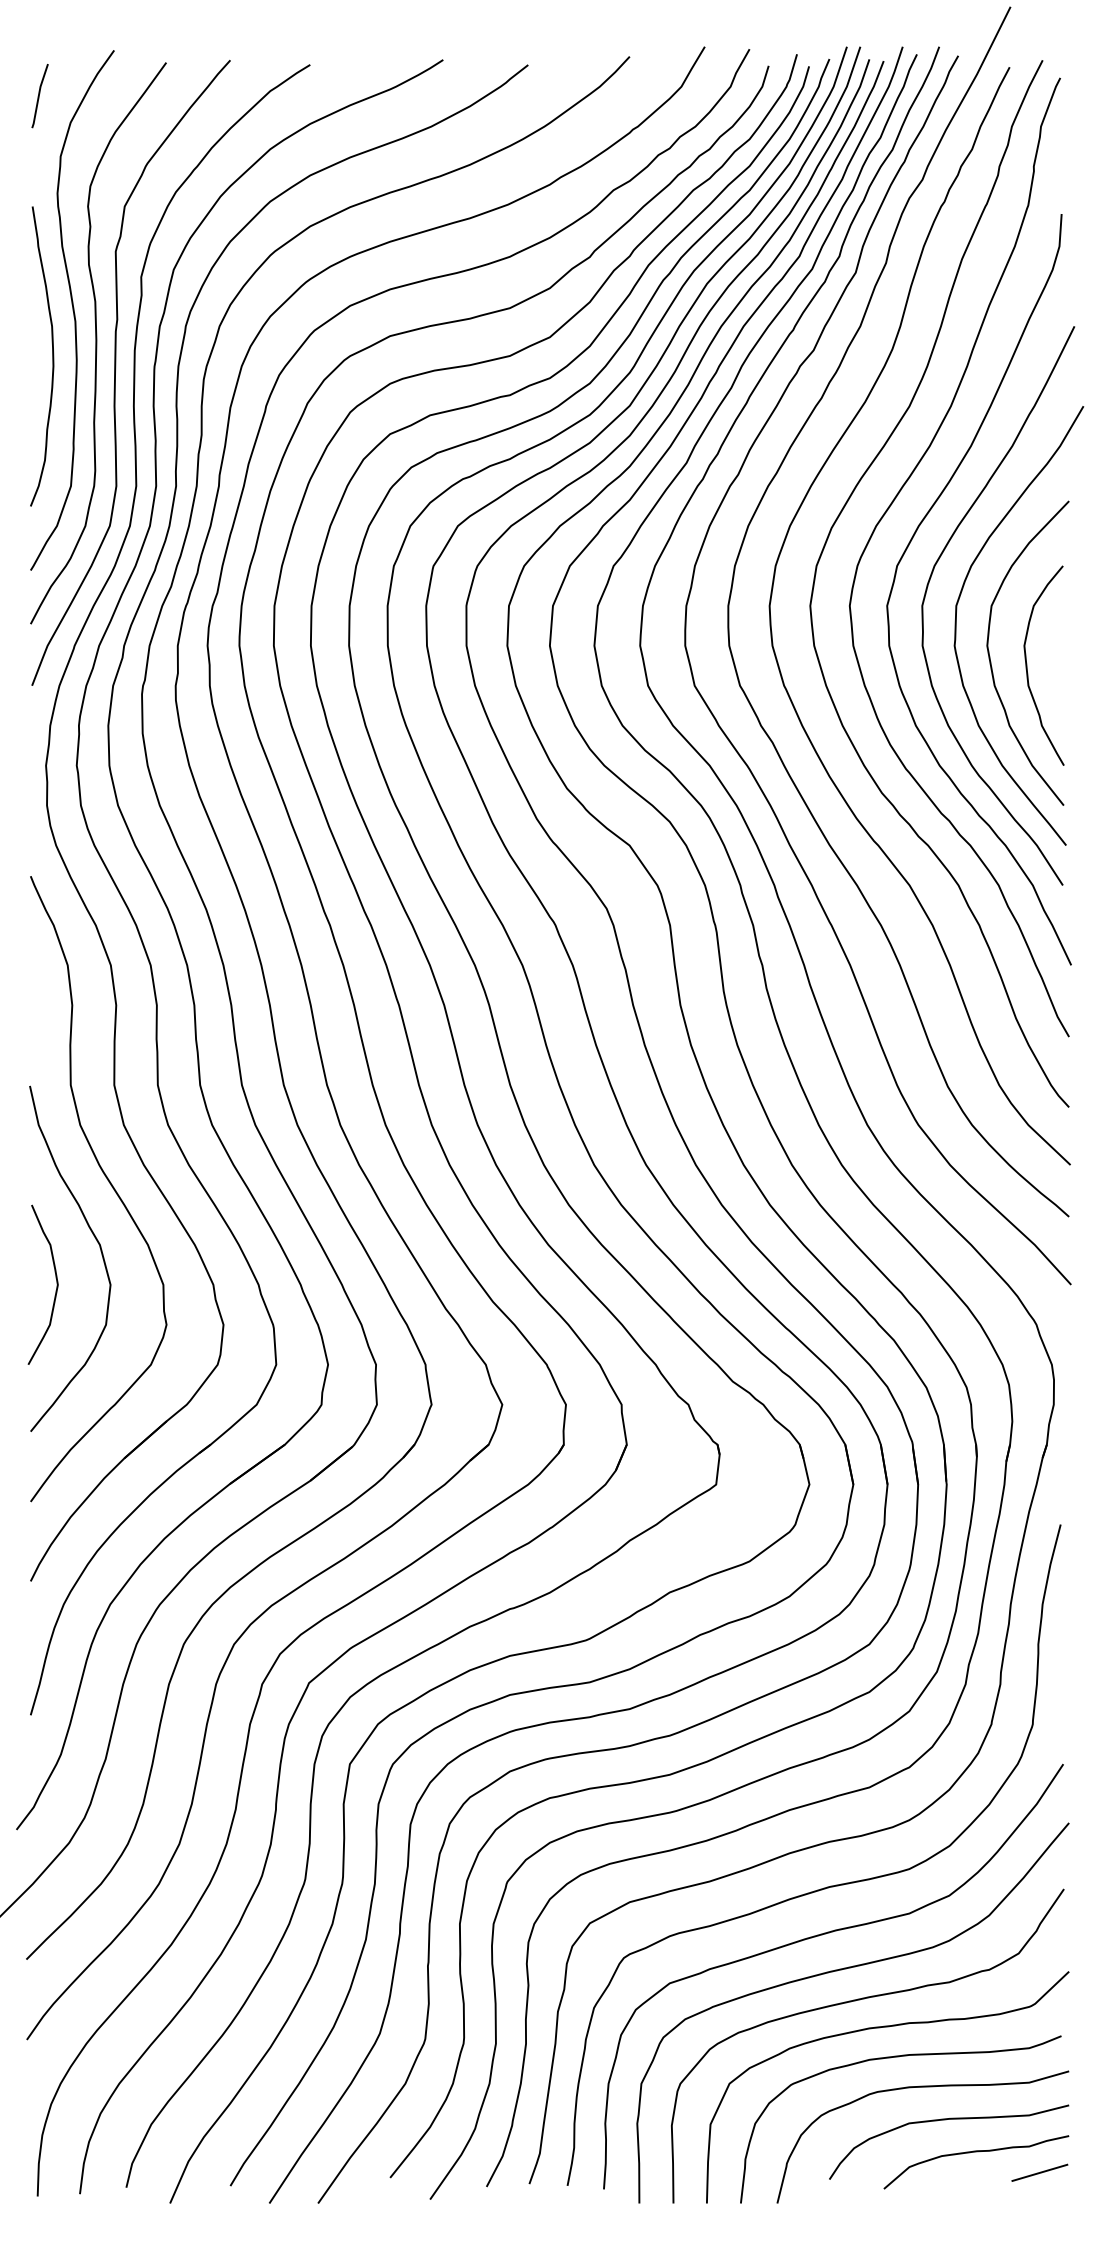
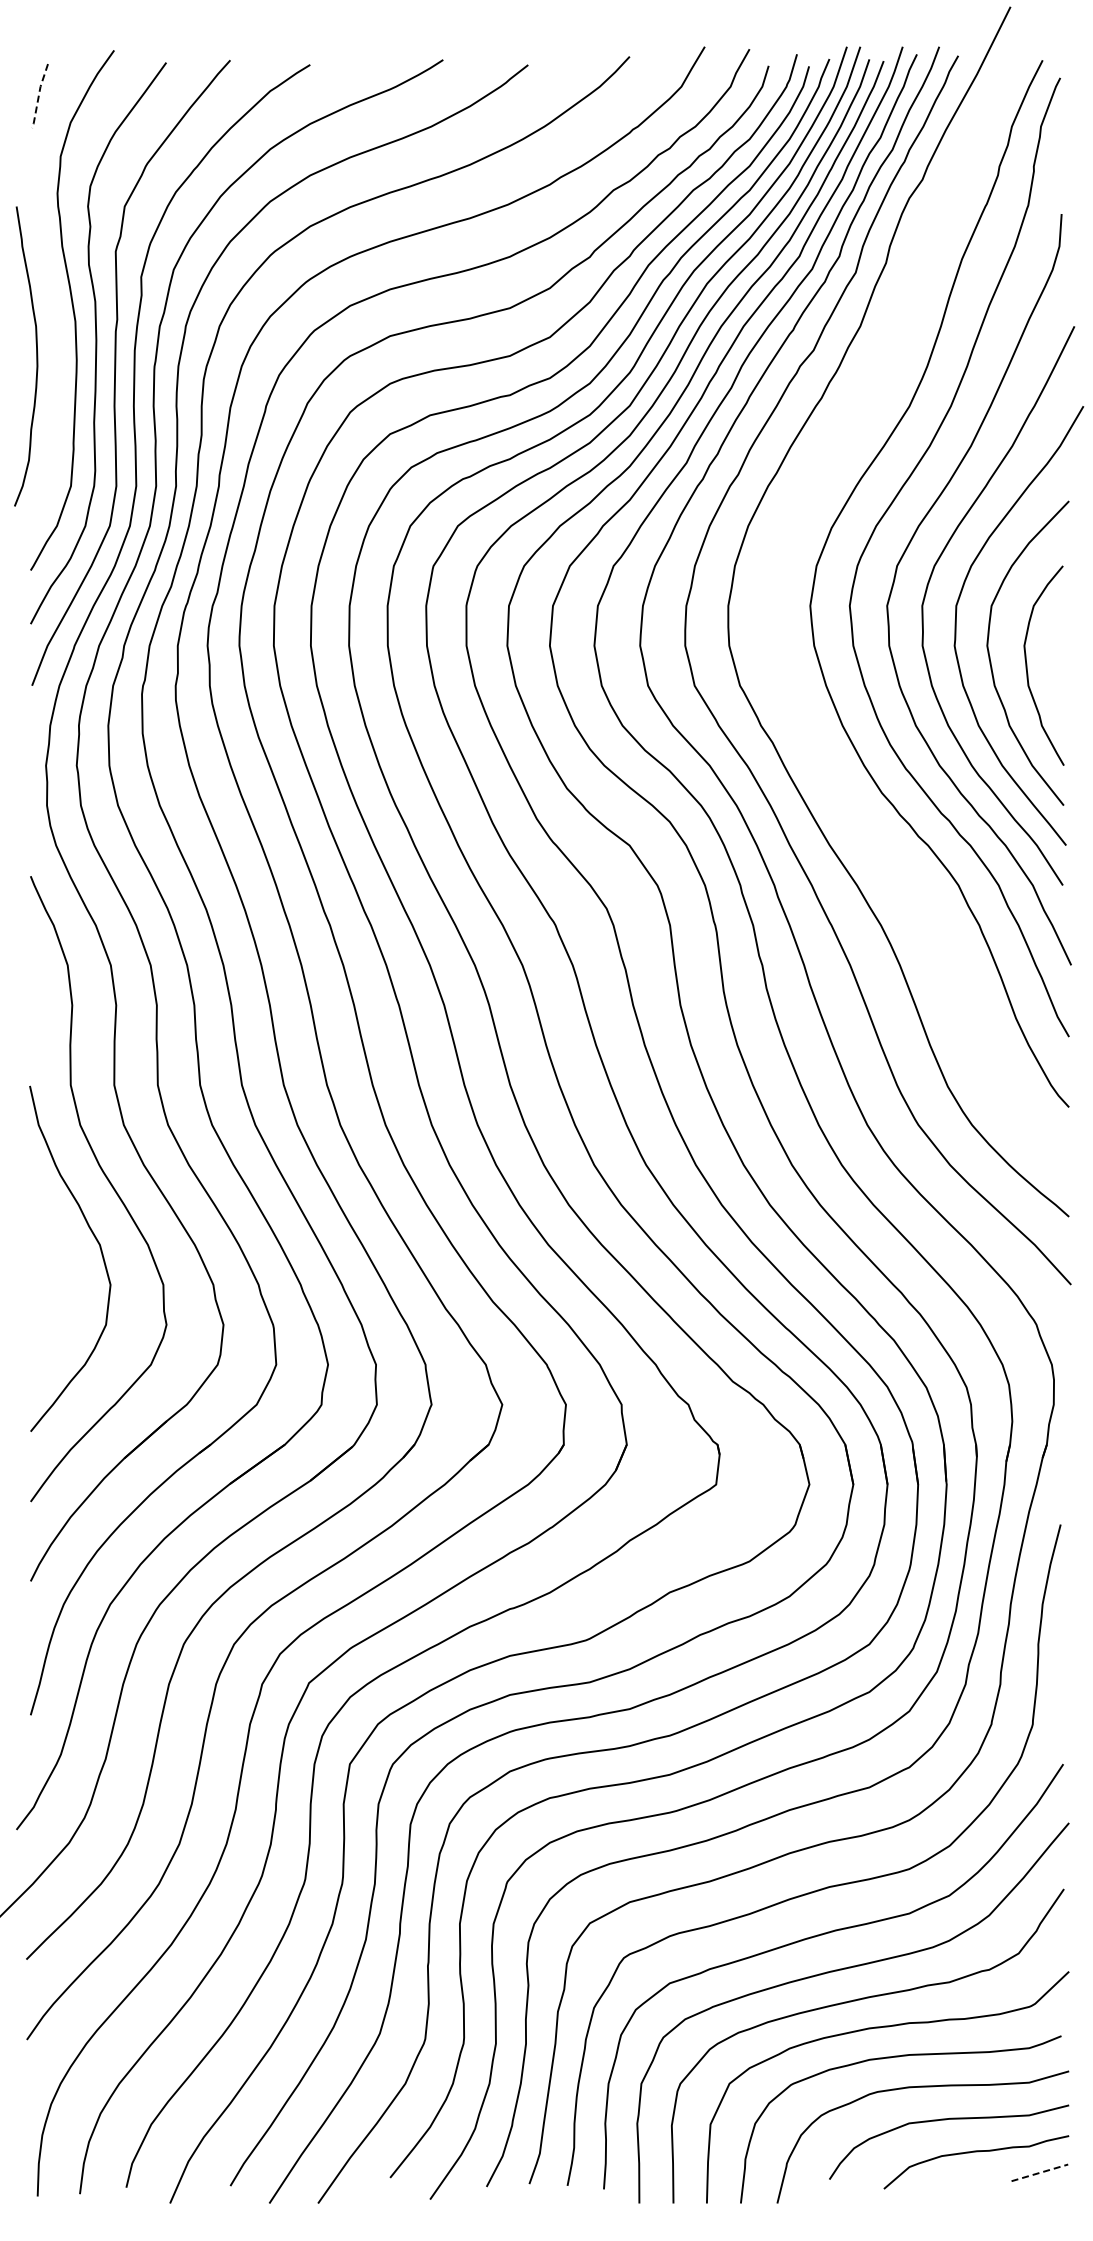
line at (38, 96): solid -> dashed
curve at (52, 356) position: (52, 356) -> (36, 356)
curve at (772, 631): present -> none
curve at (56, 1284): present -> none
line at (1039, 2172): solid -> dashed
